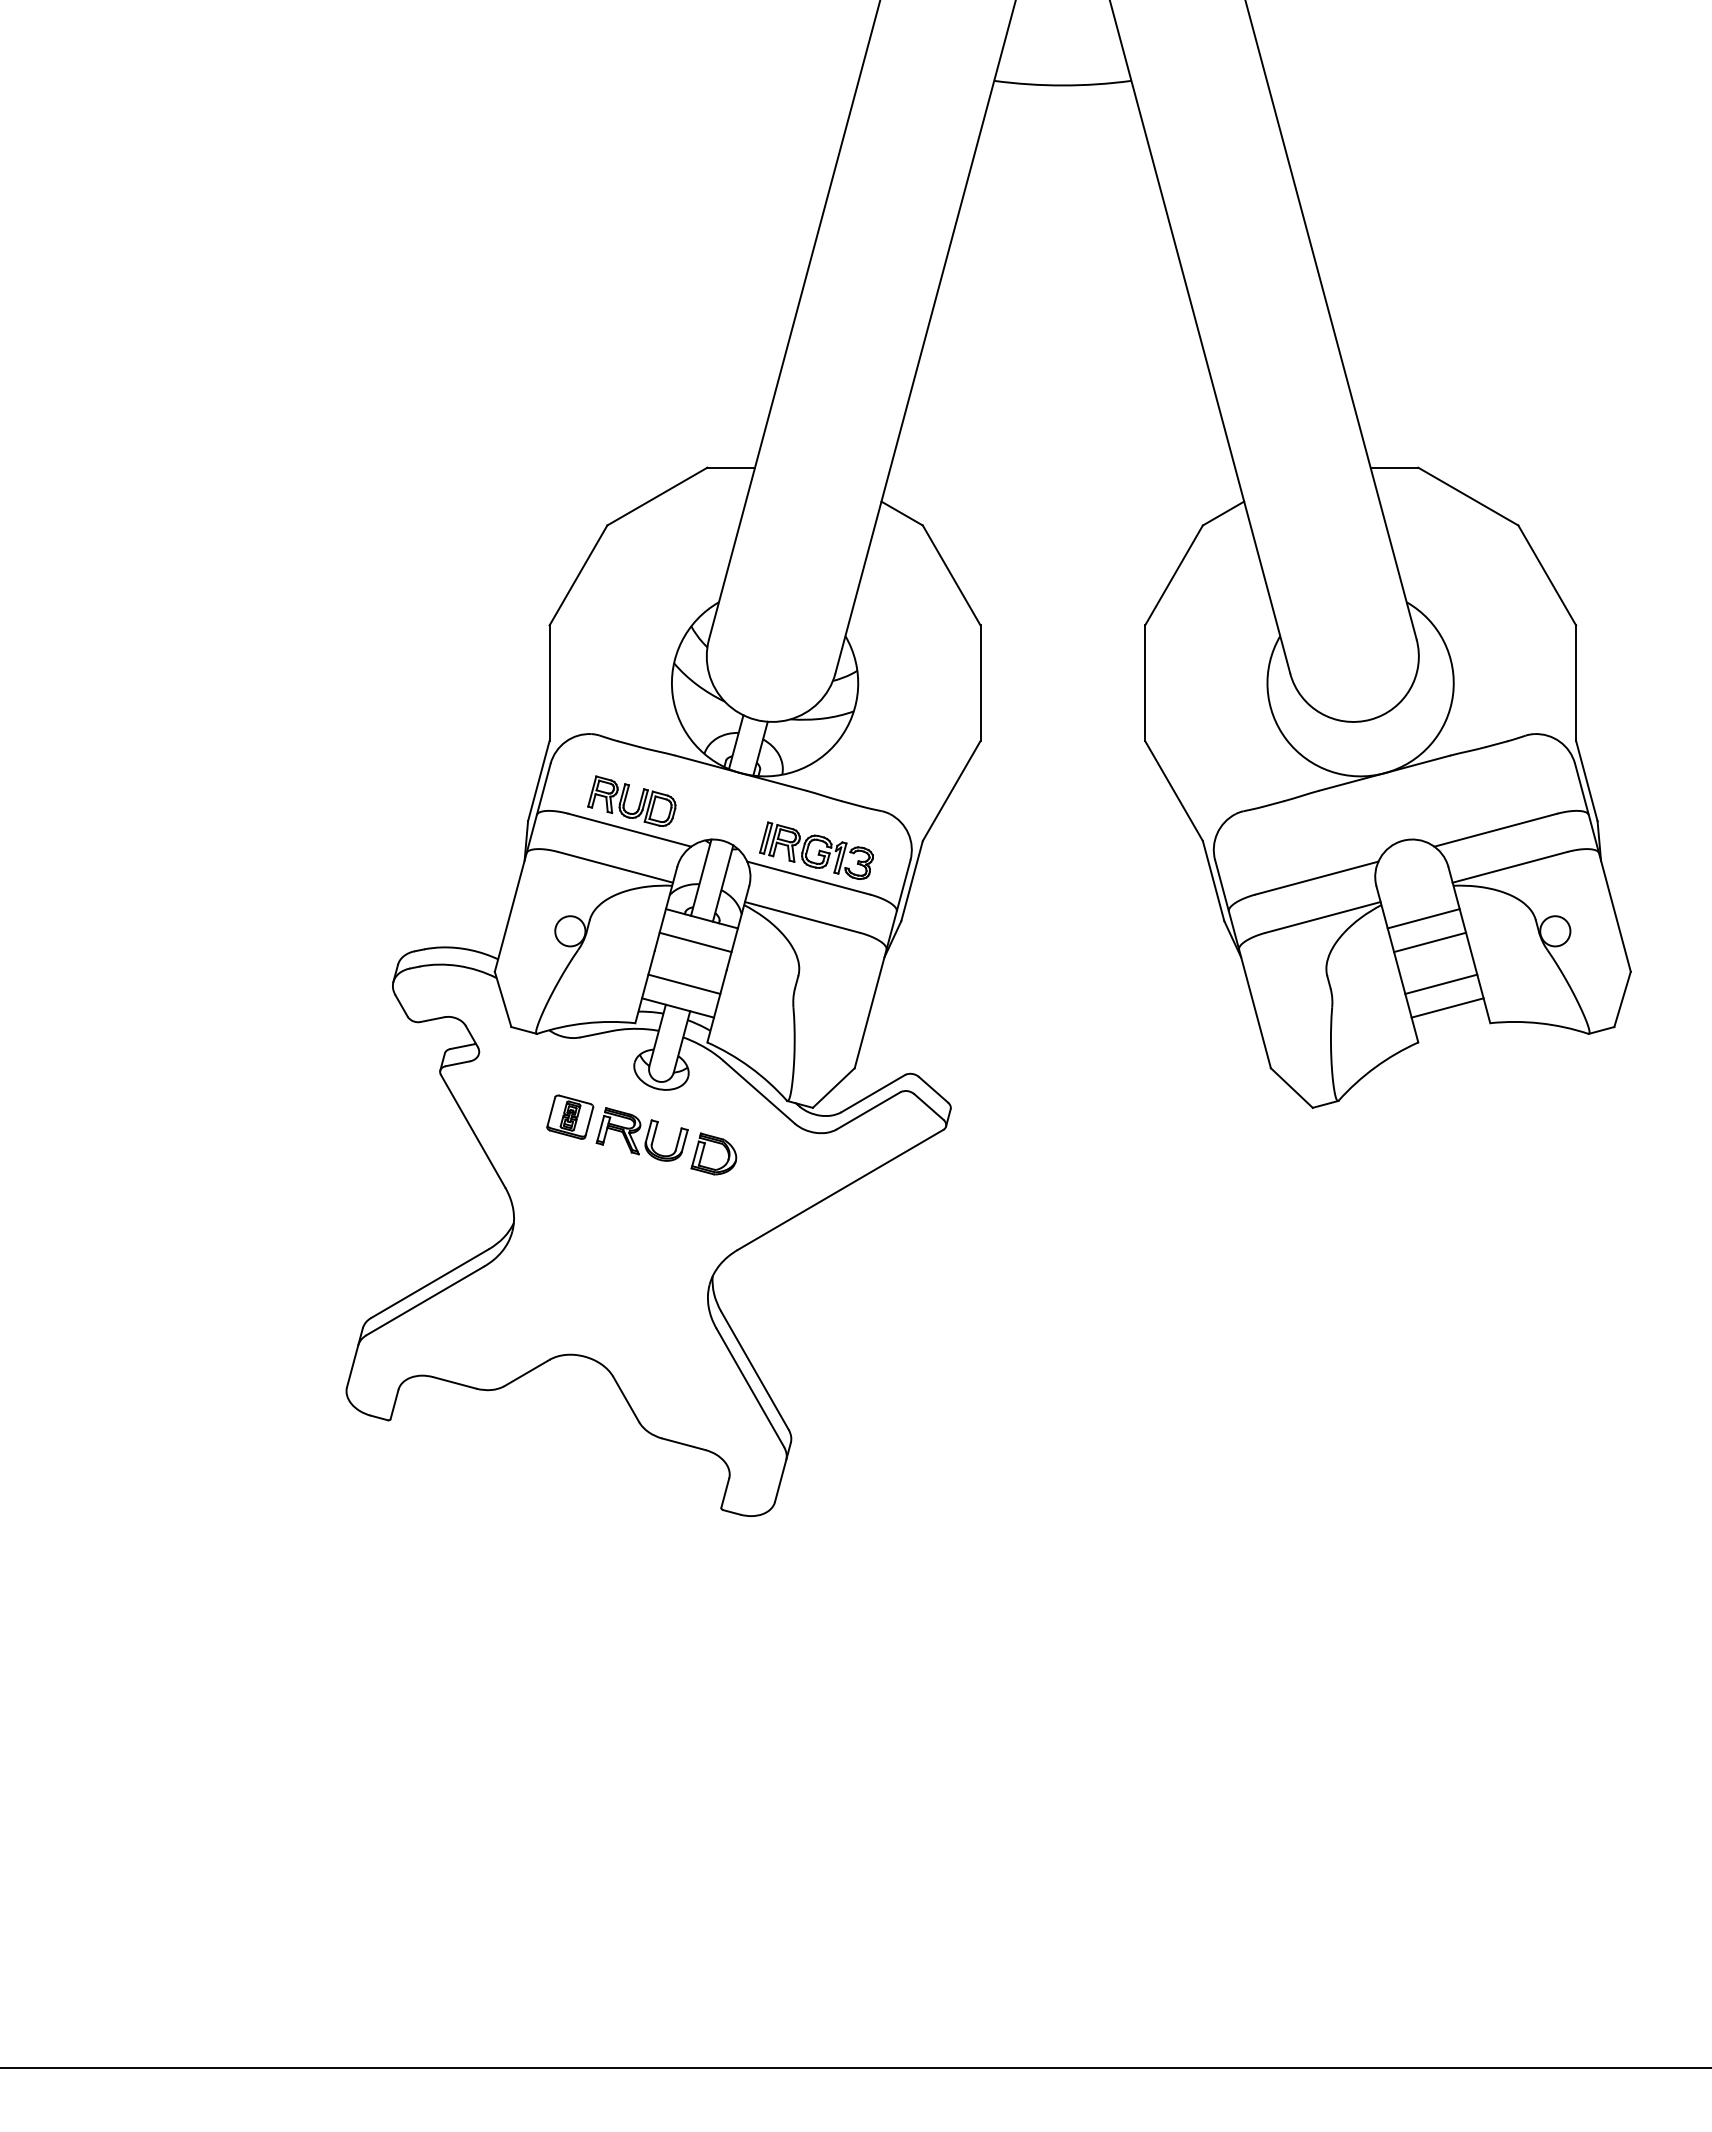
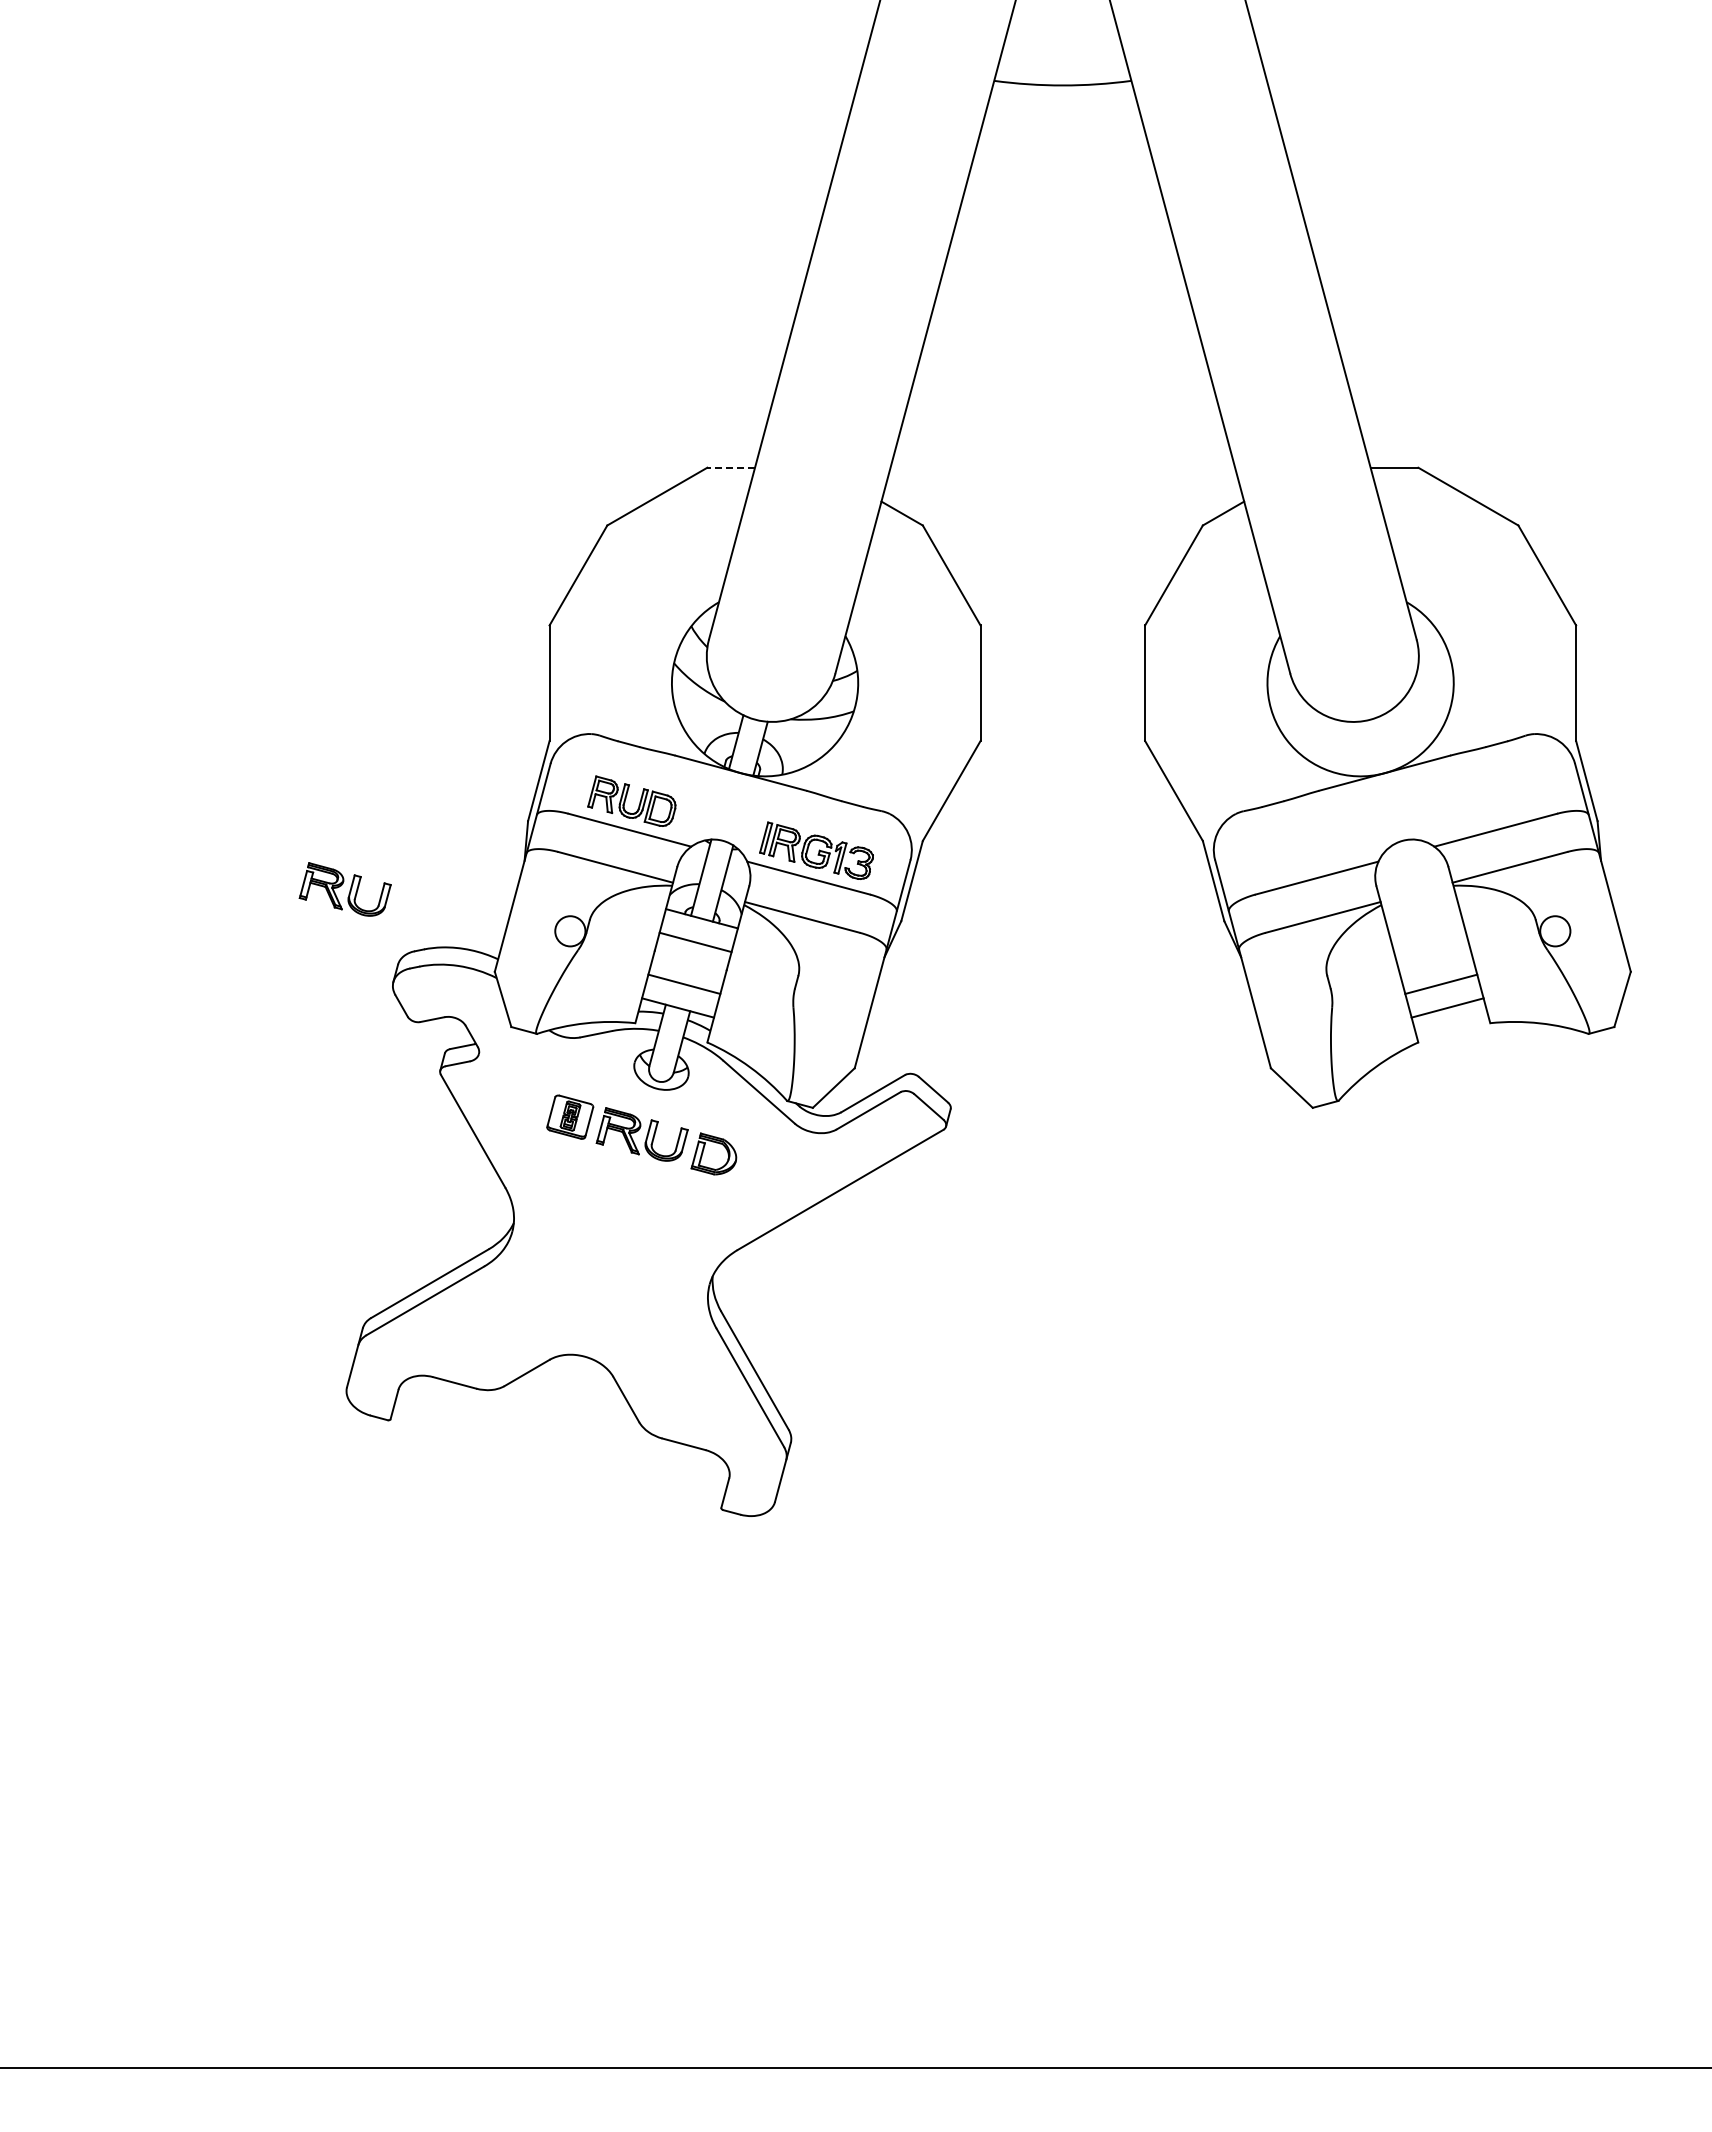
line at (731, 467): solid -> dashed
part at (344, 889): none -> present
line at (1423, 918): present -> none
line at (1430, 942): present -> none
